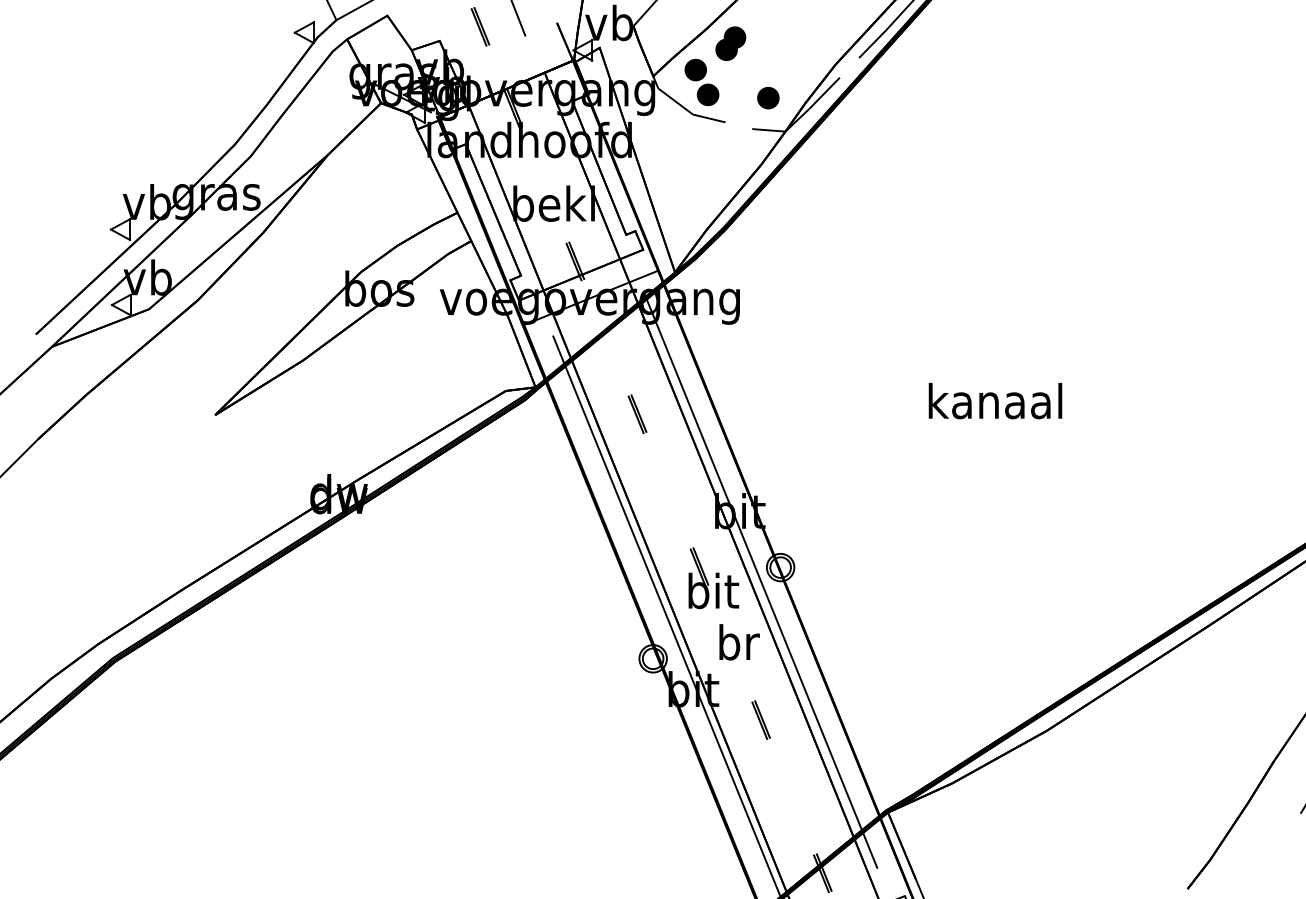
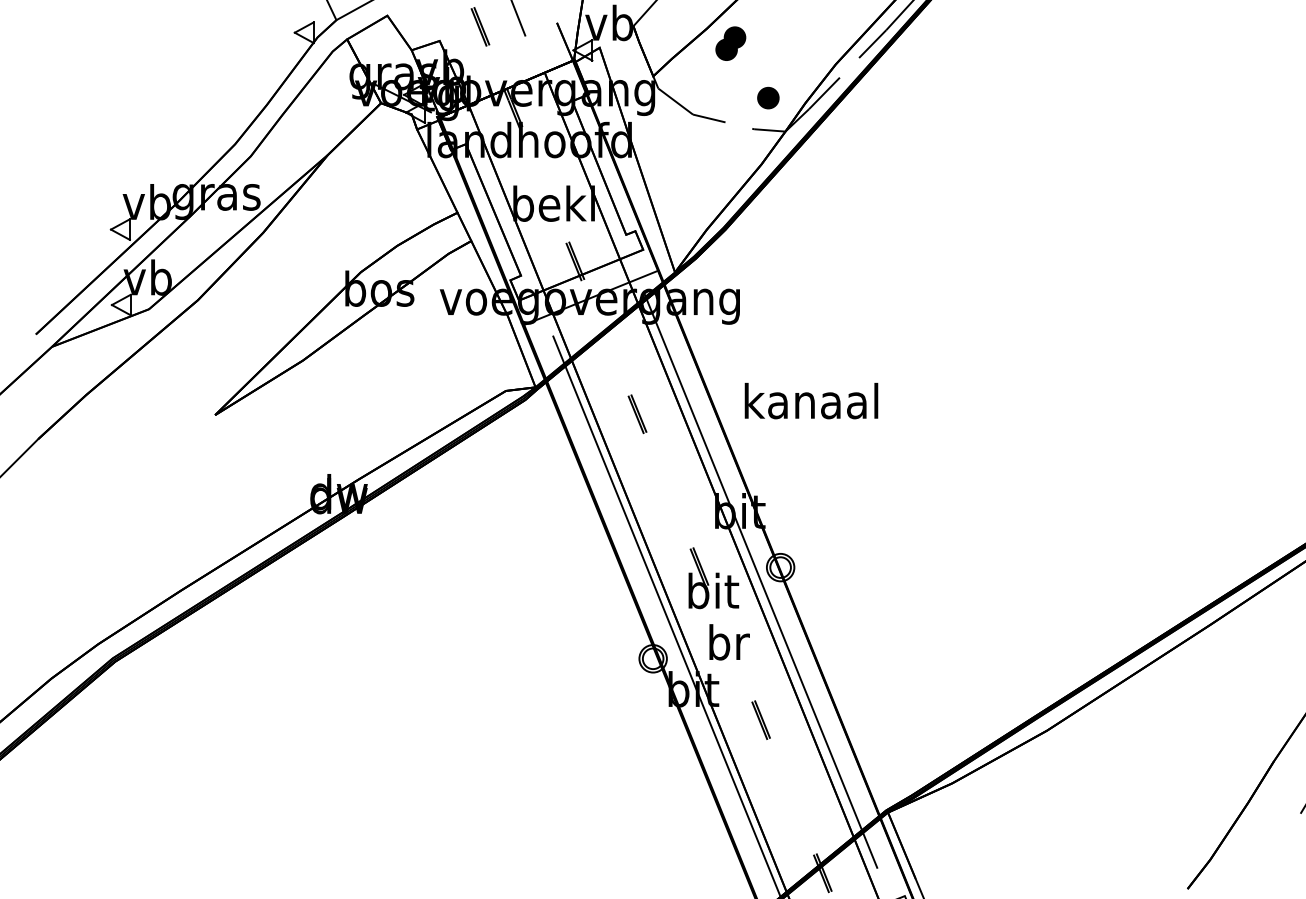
part at (701, 82): present -> none
text at (995, 401) position: (995, 401) -> (811, 401)
text at (739, 642) position: (739, 642) -> (729, 642)
